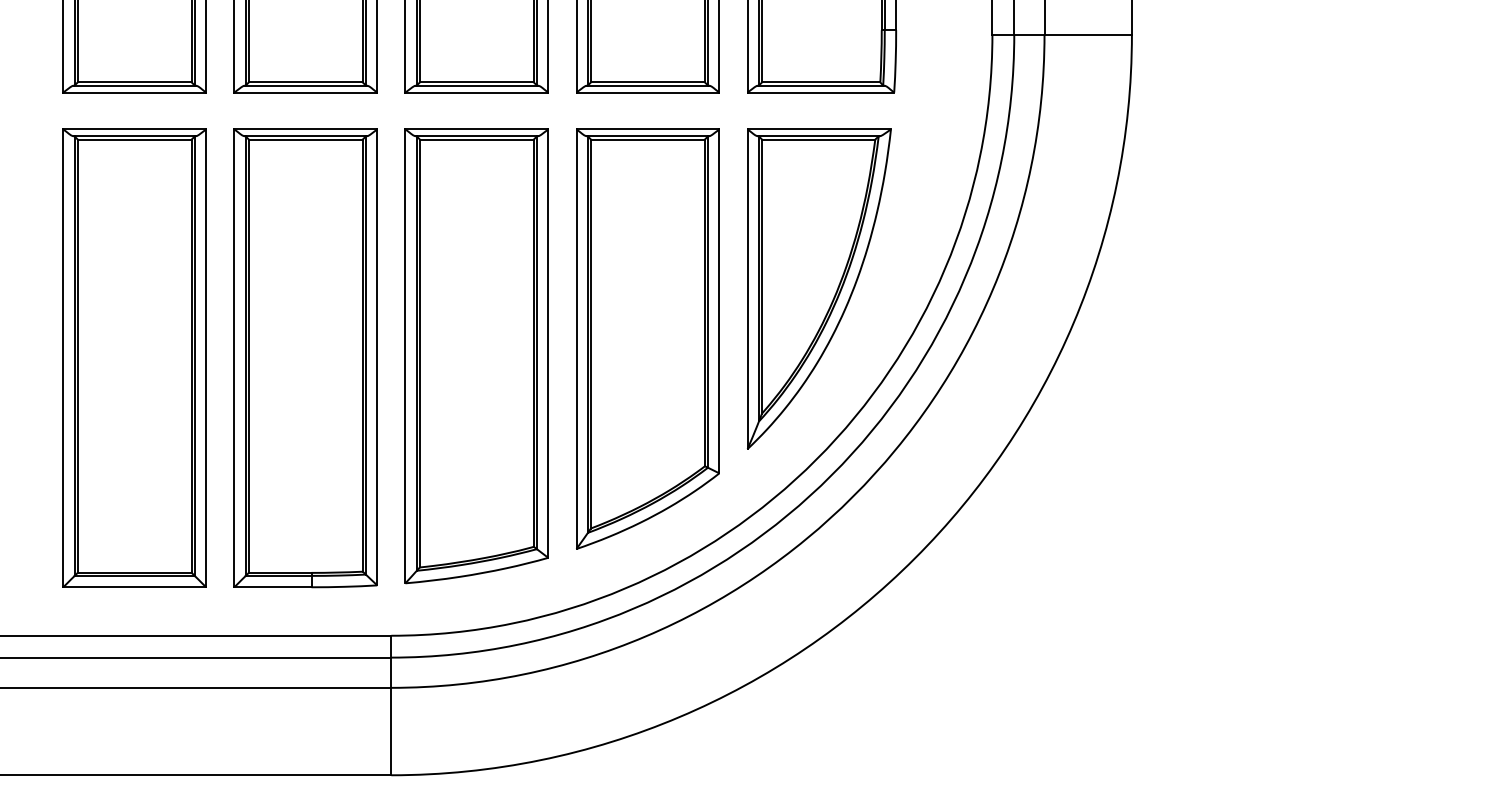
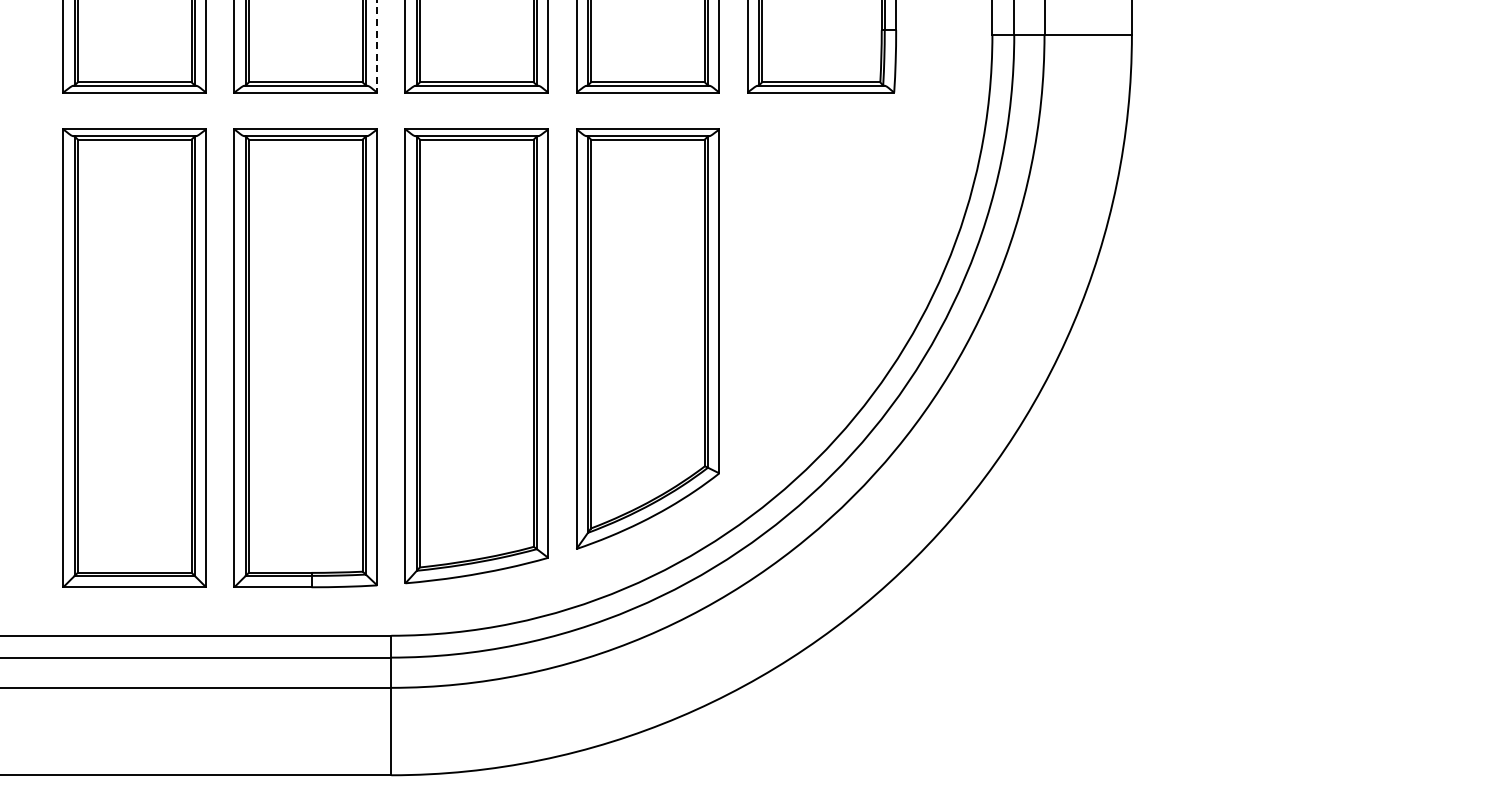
line at (377, 46): solid -> dashed
part at (818, 288): present -> none
